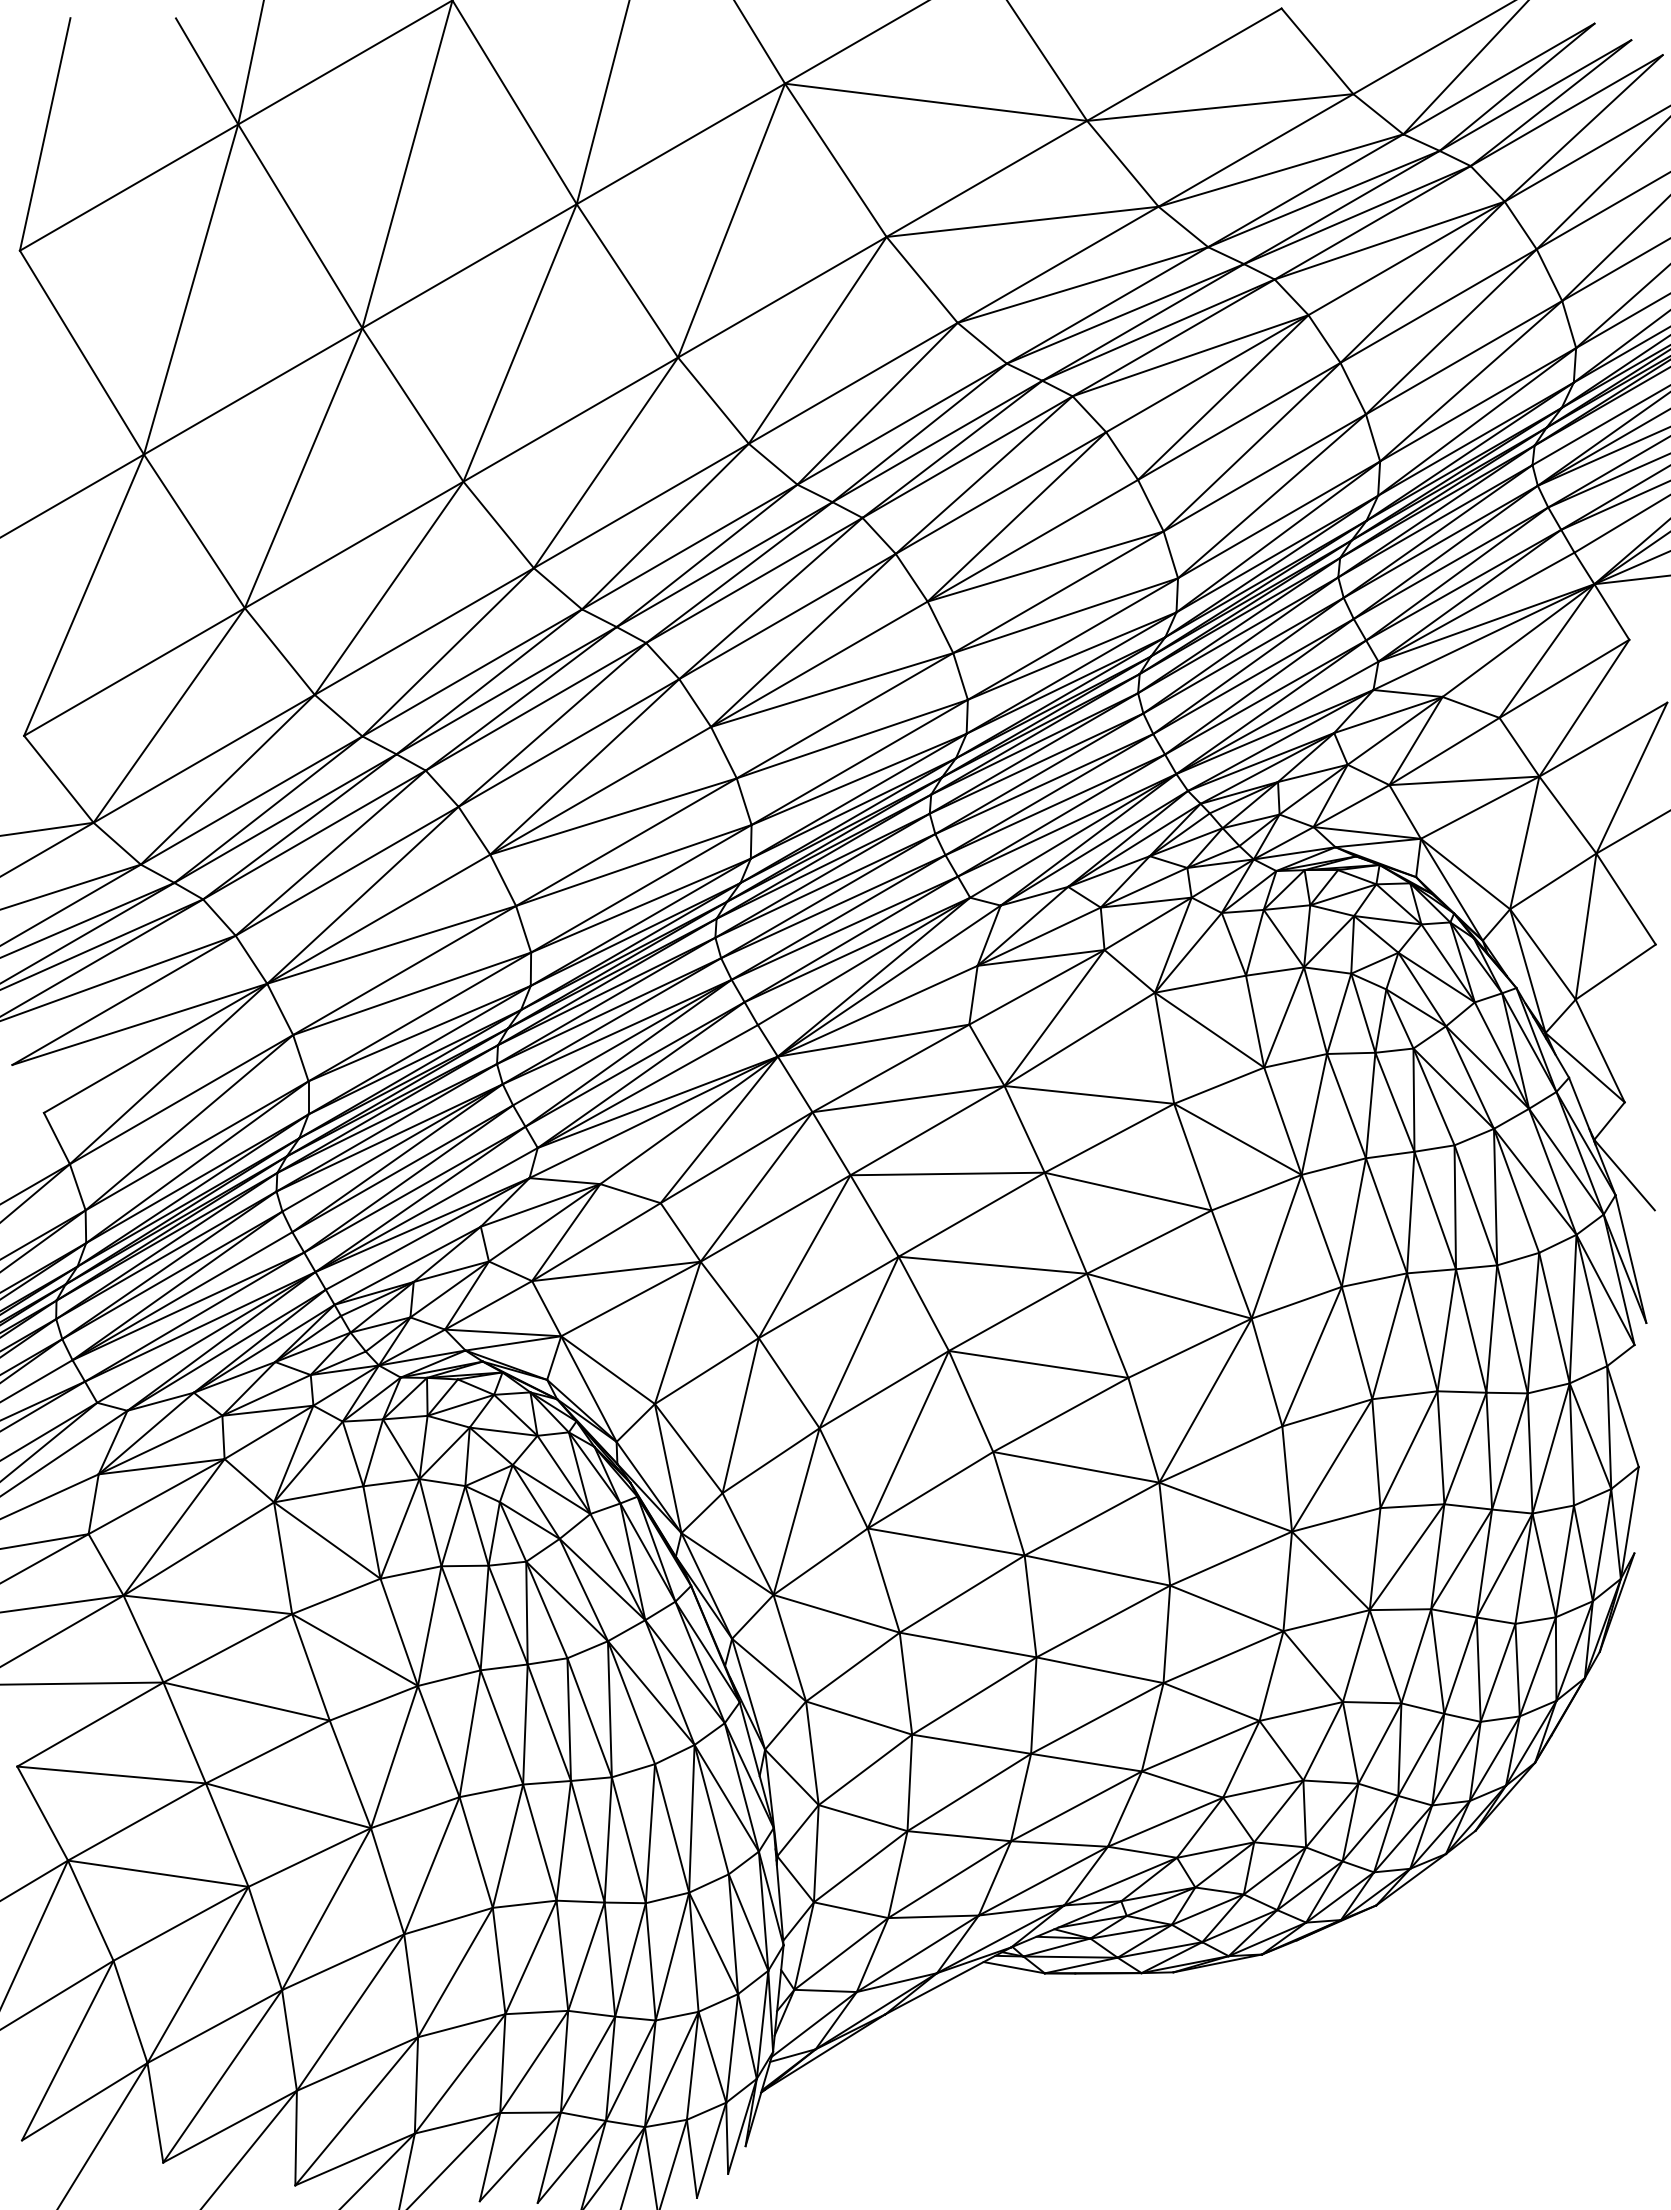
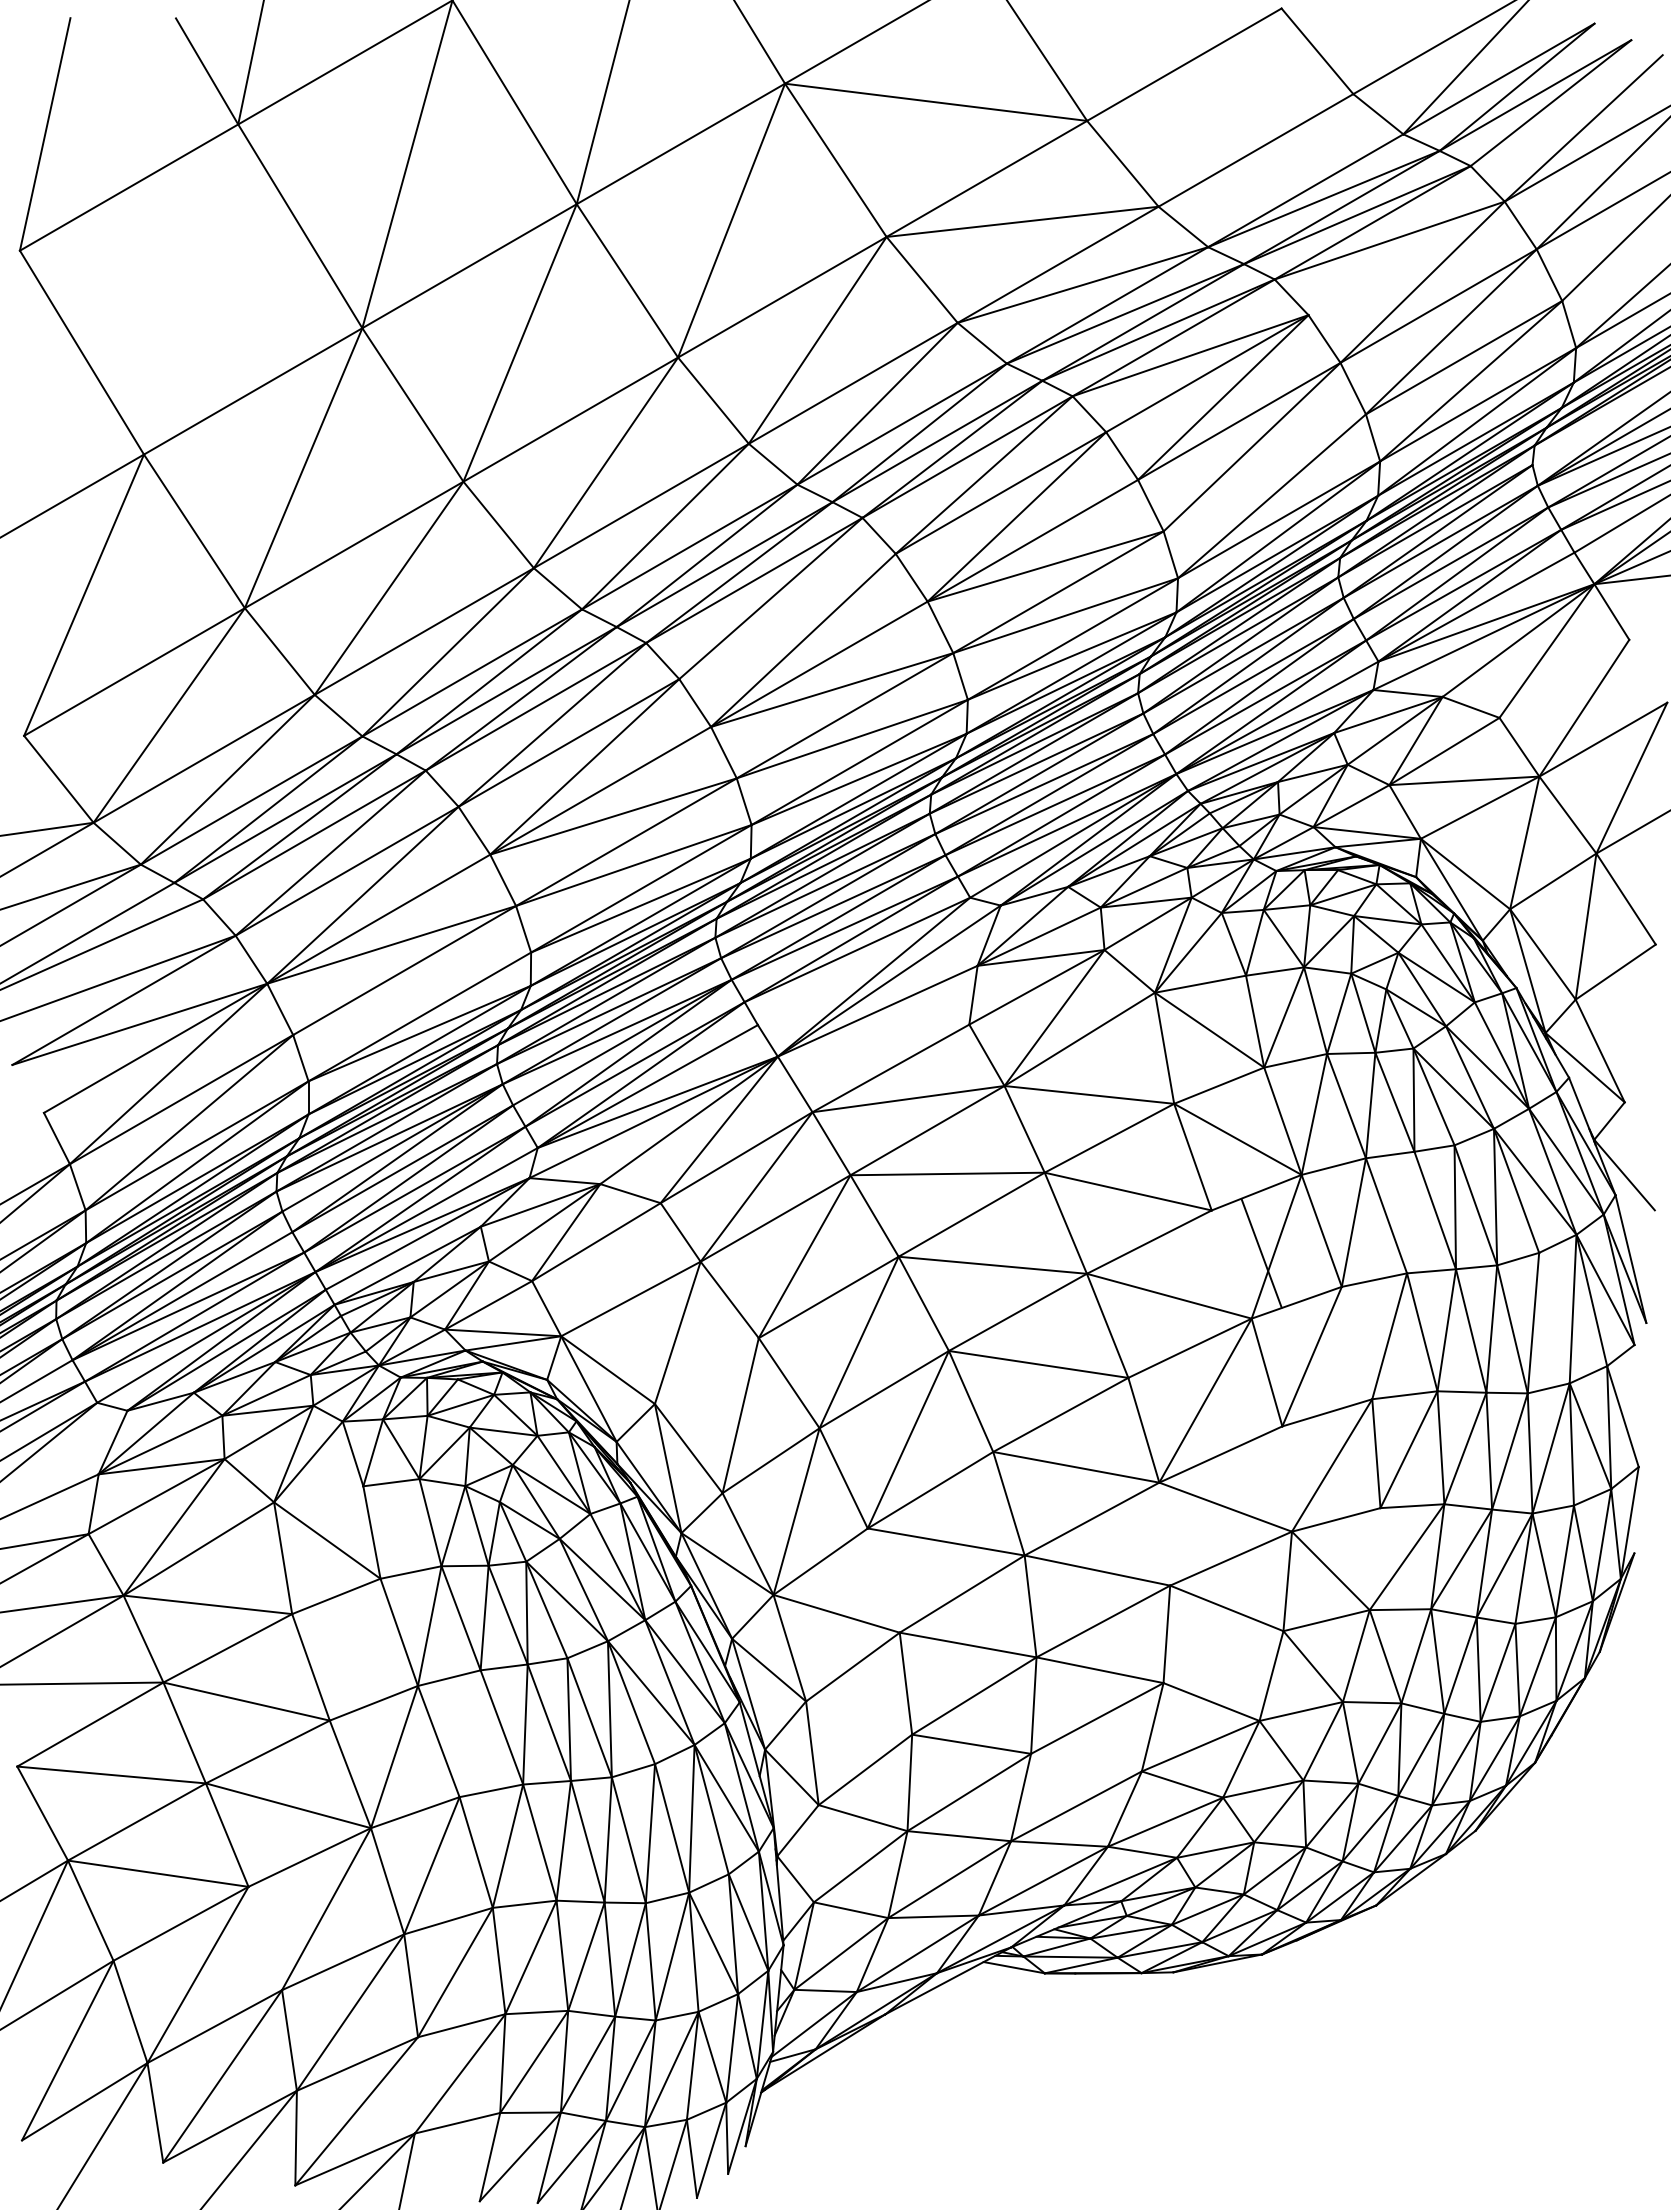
line at (1220, 107): present -> none
line at (1566, 110): present -> none
line at (1280, 170): present -> none
line at (1406, 258): present -> none
line at (1614, 270): present -> none
line at (190, 289): present -> none
line at (1599, 426): present -> none
line at (1264, 472): present -> none
line at (787, 616): present -> none
line at (1564, 678): present -> none
line at (88, 919): present -> none
line at (102, 957): present -> none
line at (863, 961): present -> none
line at (412, 993): present -> none
line at (873, 1040): present -> none
line at (1410, 1212): present -> none
line at (1231, 1264) position: (1231, 1264) -> (1261, 1253)
line at (616, 1271): present -> none
line at (1554, 1317): present -> none
line at (1356, 1342): present -> none
line at (706, 1371): present -> none
line at (64, 1452): present -> none
line at (1287, 1478): present -> none
line at (318, 1494): present -> none
line at (399, 1528): present -> none
line at (1164, 1533): present -> none
line at (1374, 1559): present -> none
line at (883, 1580): present -> none
line at (354, 1649): present -> none
line at (1223, 1657): present -> none
line at (859, 1717): present -> none
line at (469, 1733): present -> none
line at (1086, 1762): present -> none
line at (815, 1853): present -> none
line at (265, 1938): present -> none
line at (416, 2085): present -> none
line at (454, 2159): present -> none
